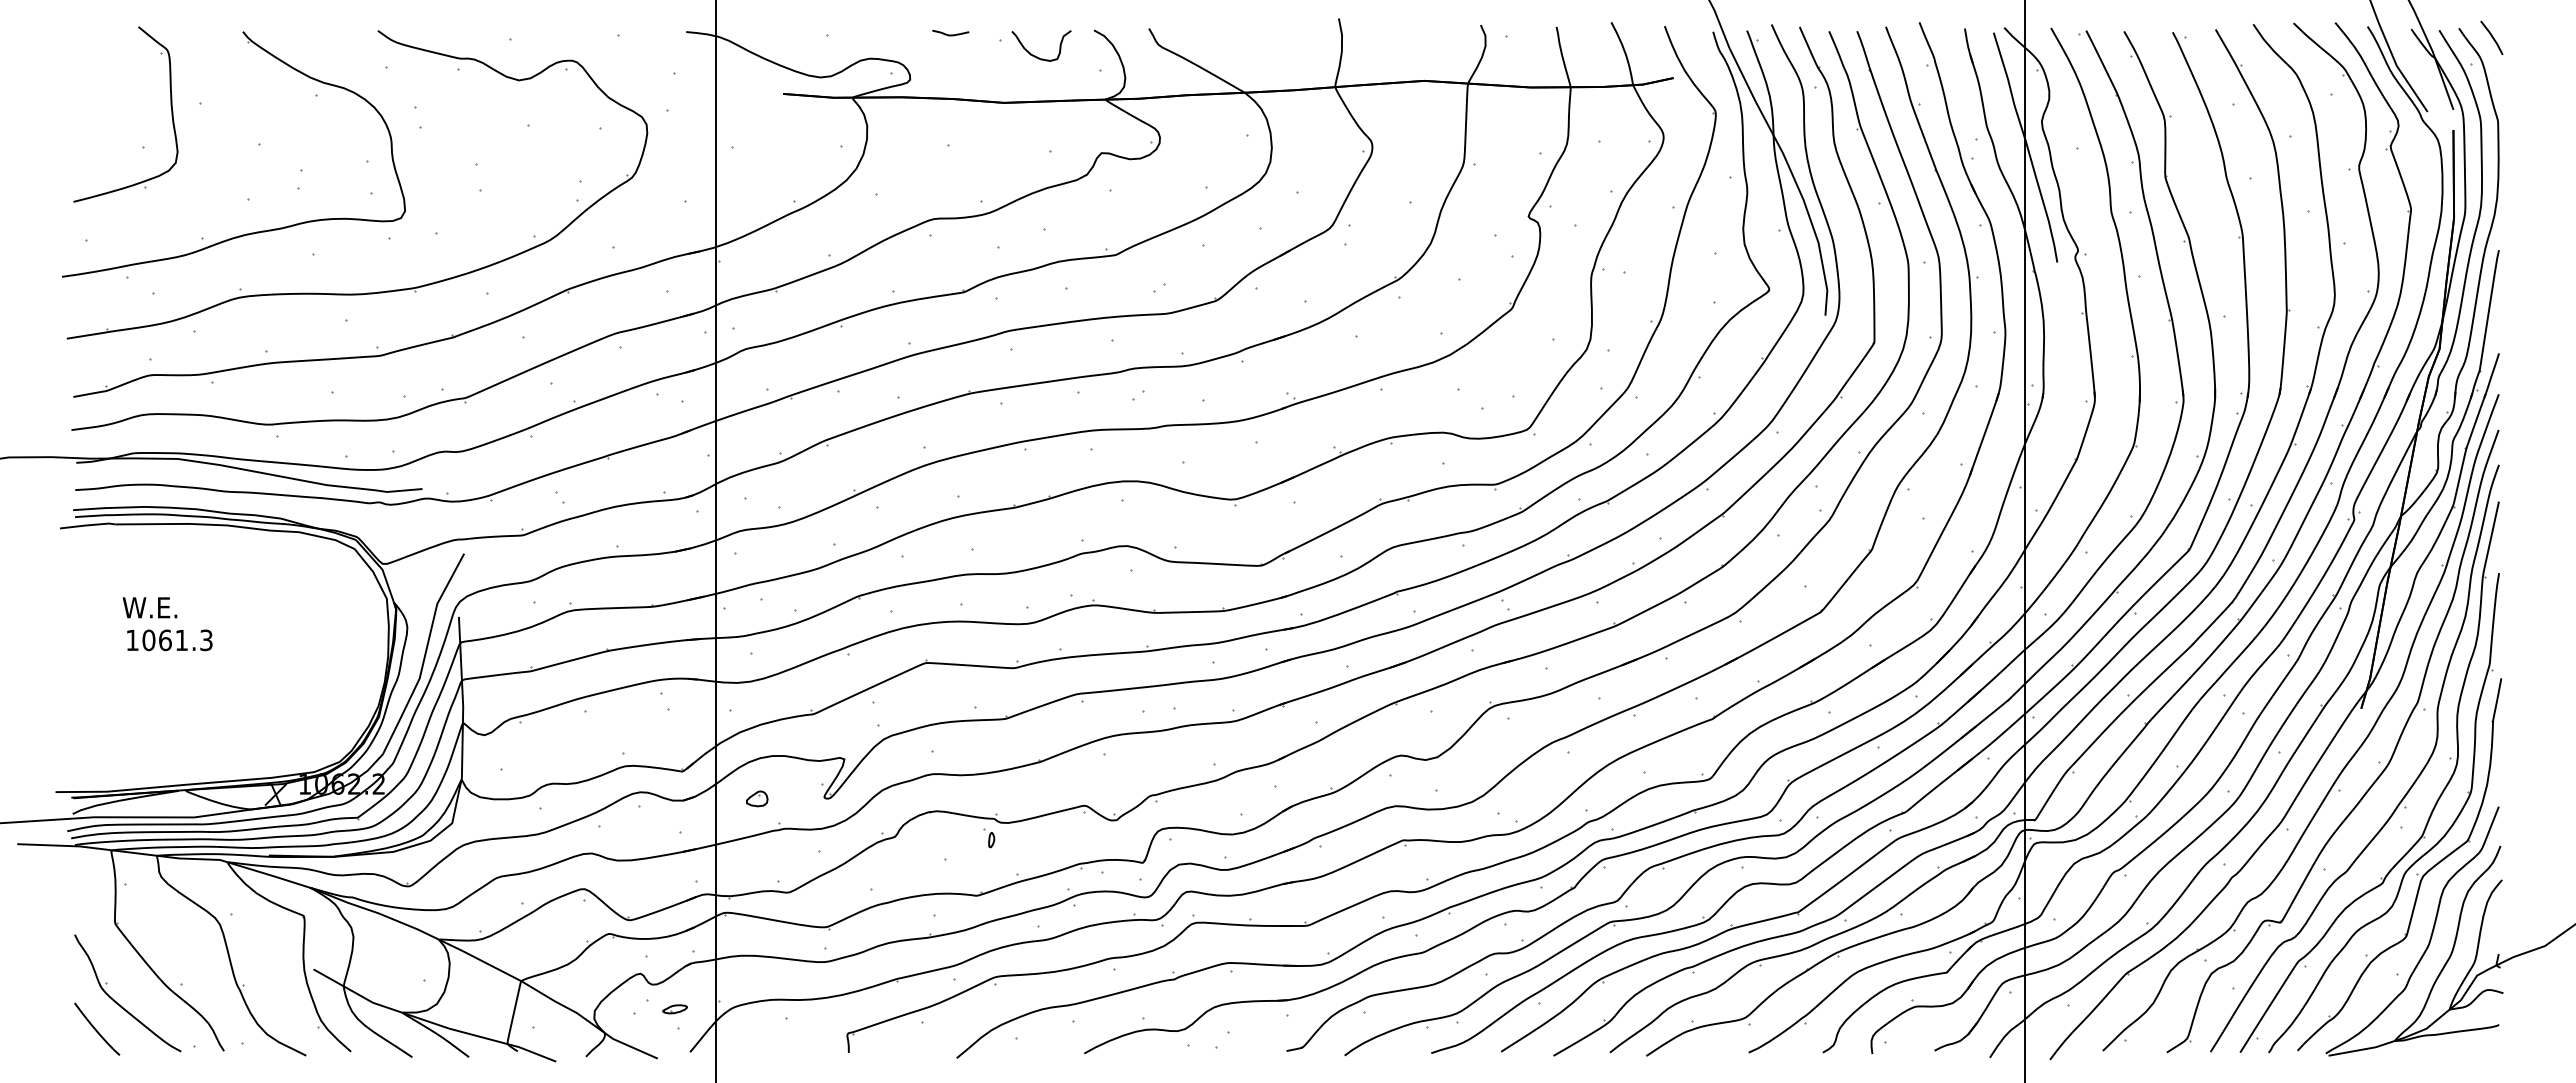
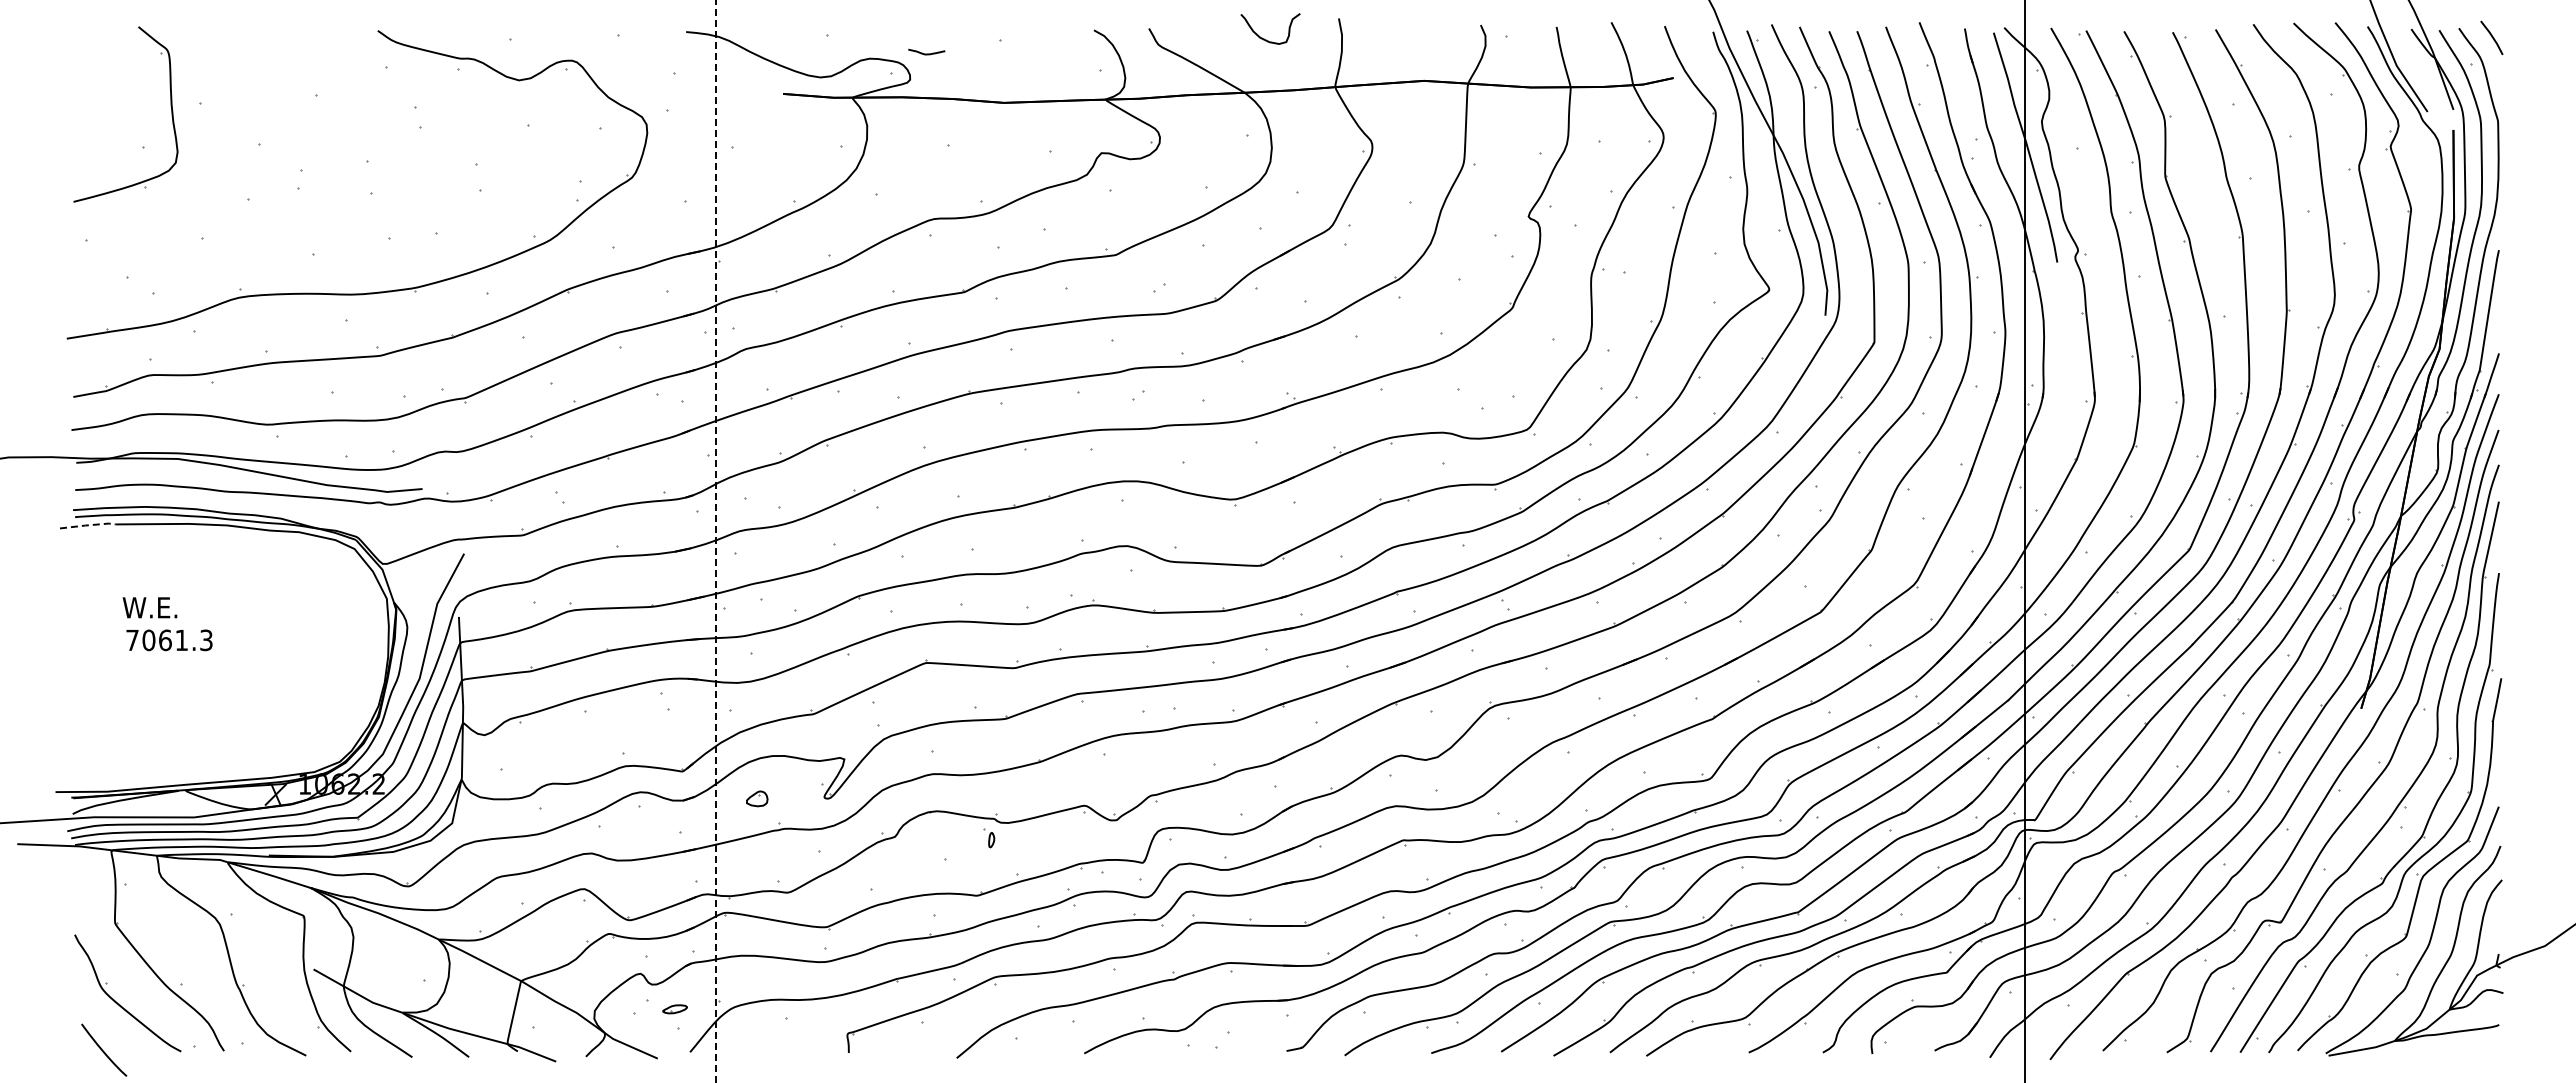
curve at (950, 34) position: (950, 34) -> (926, 53)
curve at (1035, 55) position: (1035, 55) -> (1264, 38)
part at (251, 232): present -> none
line at (88, 525): solid -> dashed
line at (716, 540): solid -> dashed
text at (132, 640): 1061.3 -> 7061.3
curve at (96, 1029) position: (96, 1029) -> (103, 1050)
